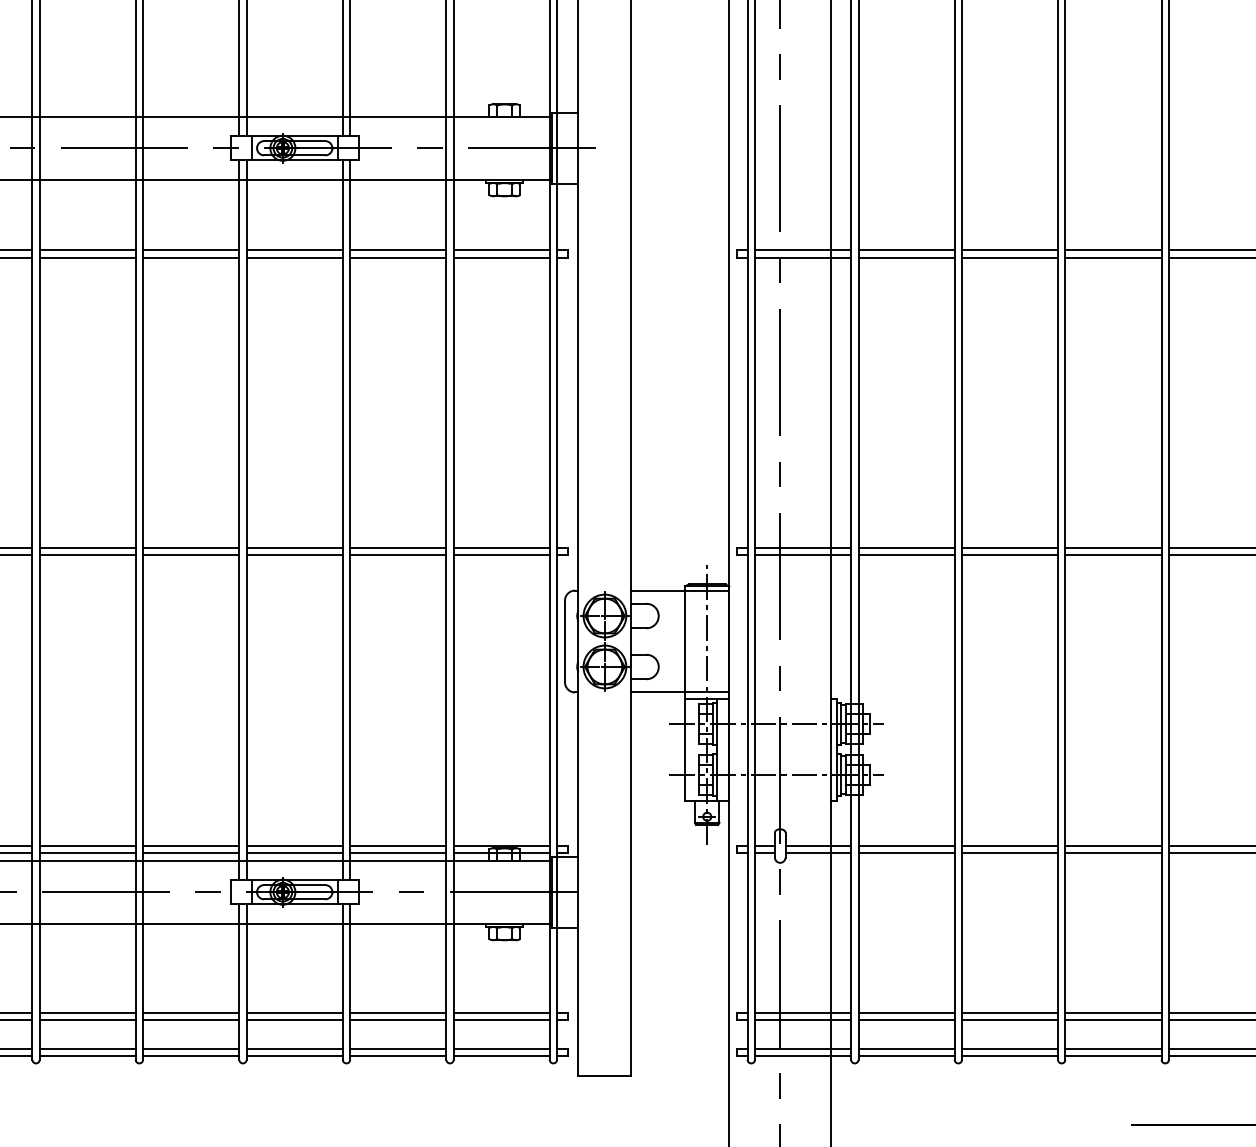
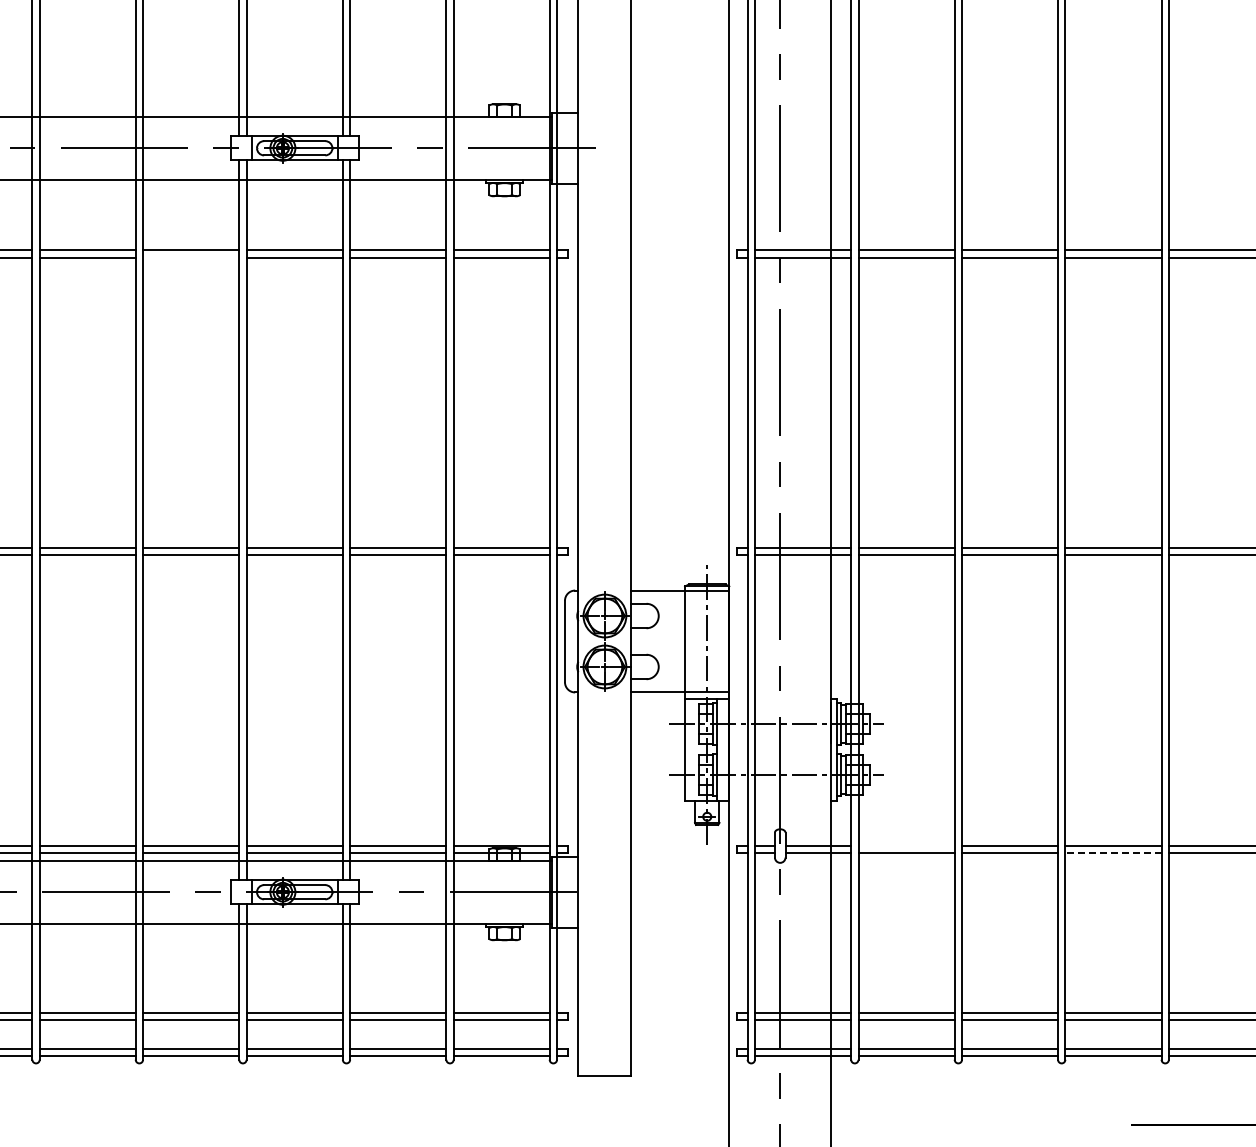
line at (191, 257): present -> none
line at (906, 845): present -> none
line at (1112, 853): solid -> dashed
